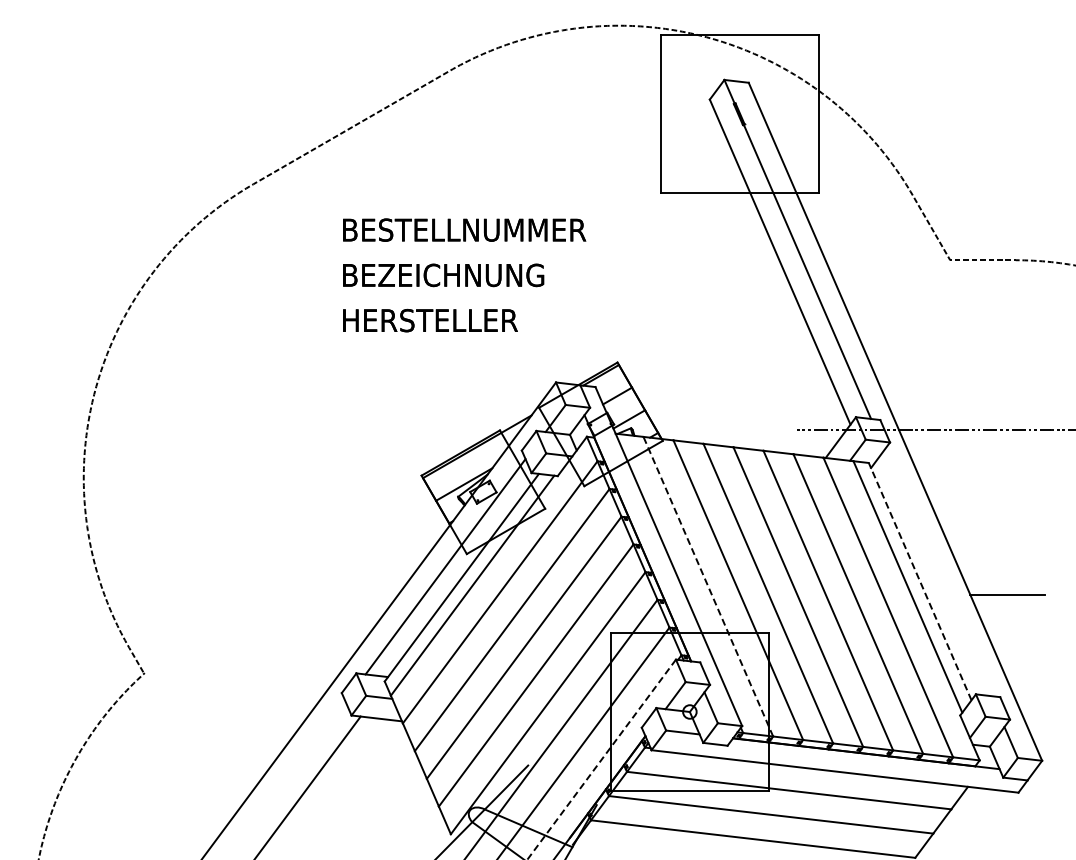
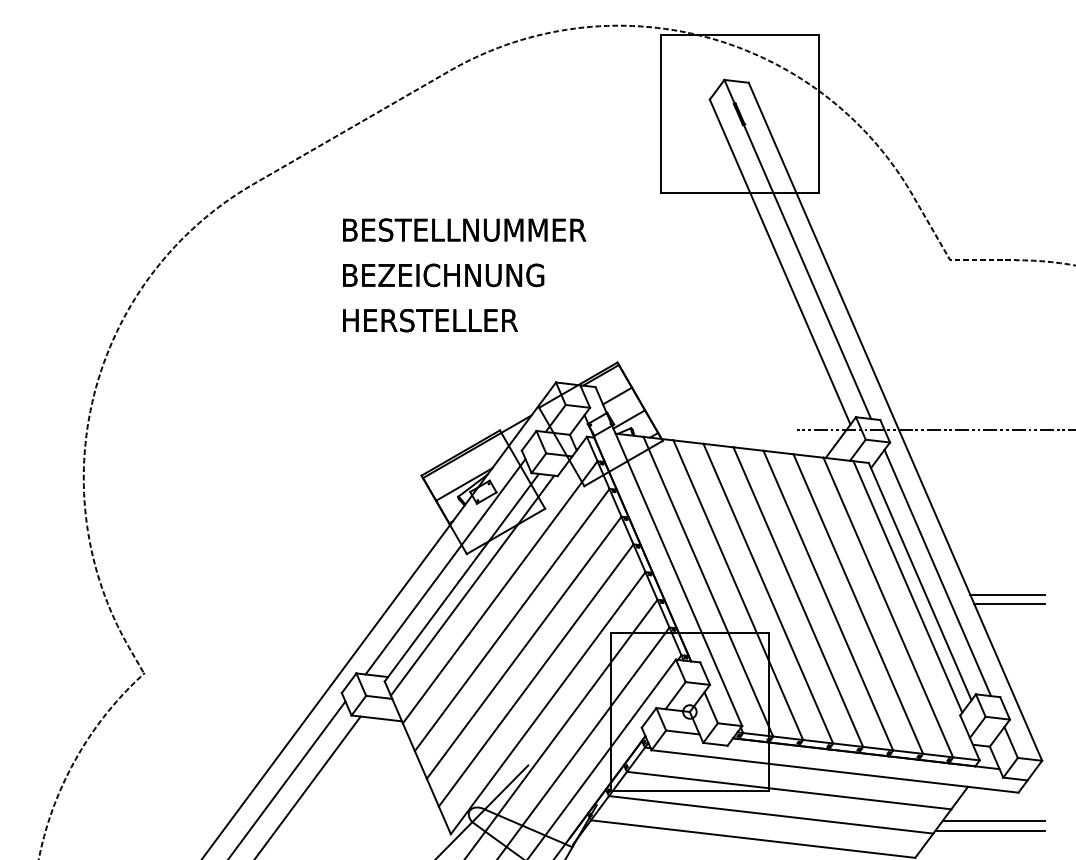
line at (937, 572): none -> present
line at (919, 581): dashed -> solid
line at (708, 586): dashed -> solid
line at (1009, 604): none -> present
line at (601, 759): dashed -> solid
line at (287, 778): none -> present
line at (993, 821): none -> present
line at (990, 830): none -> present
